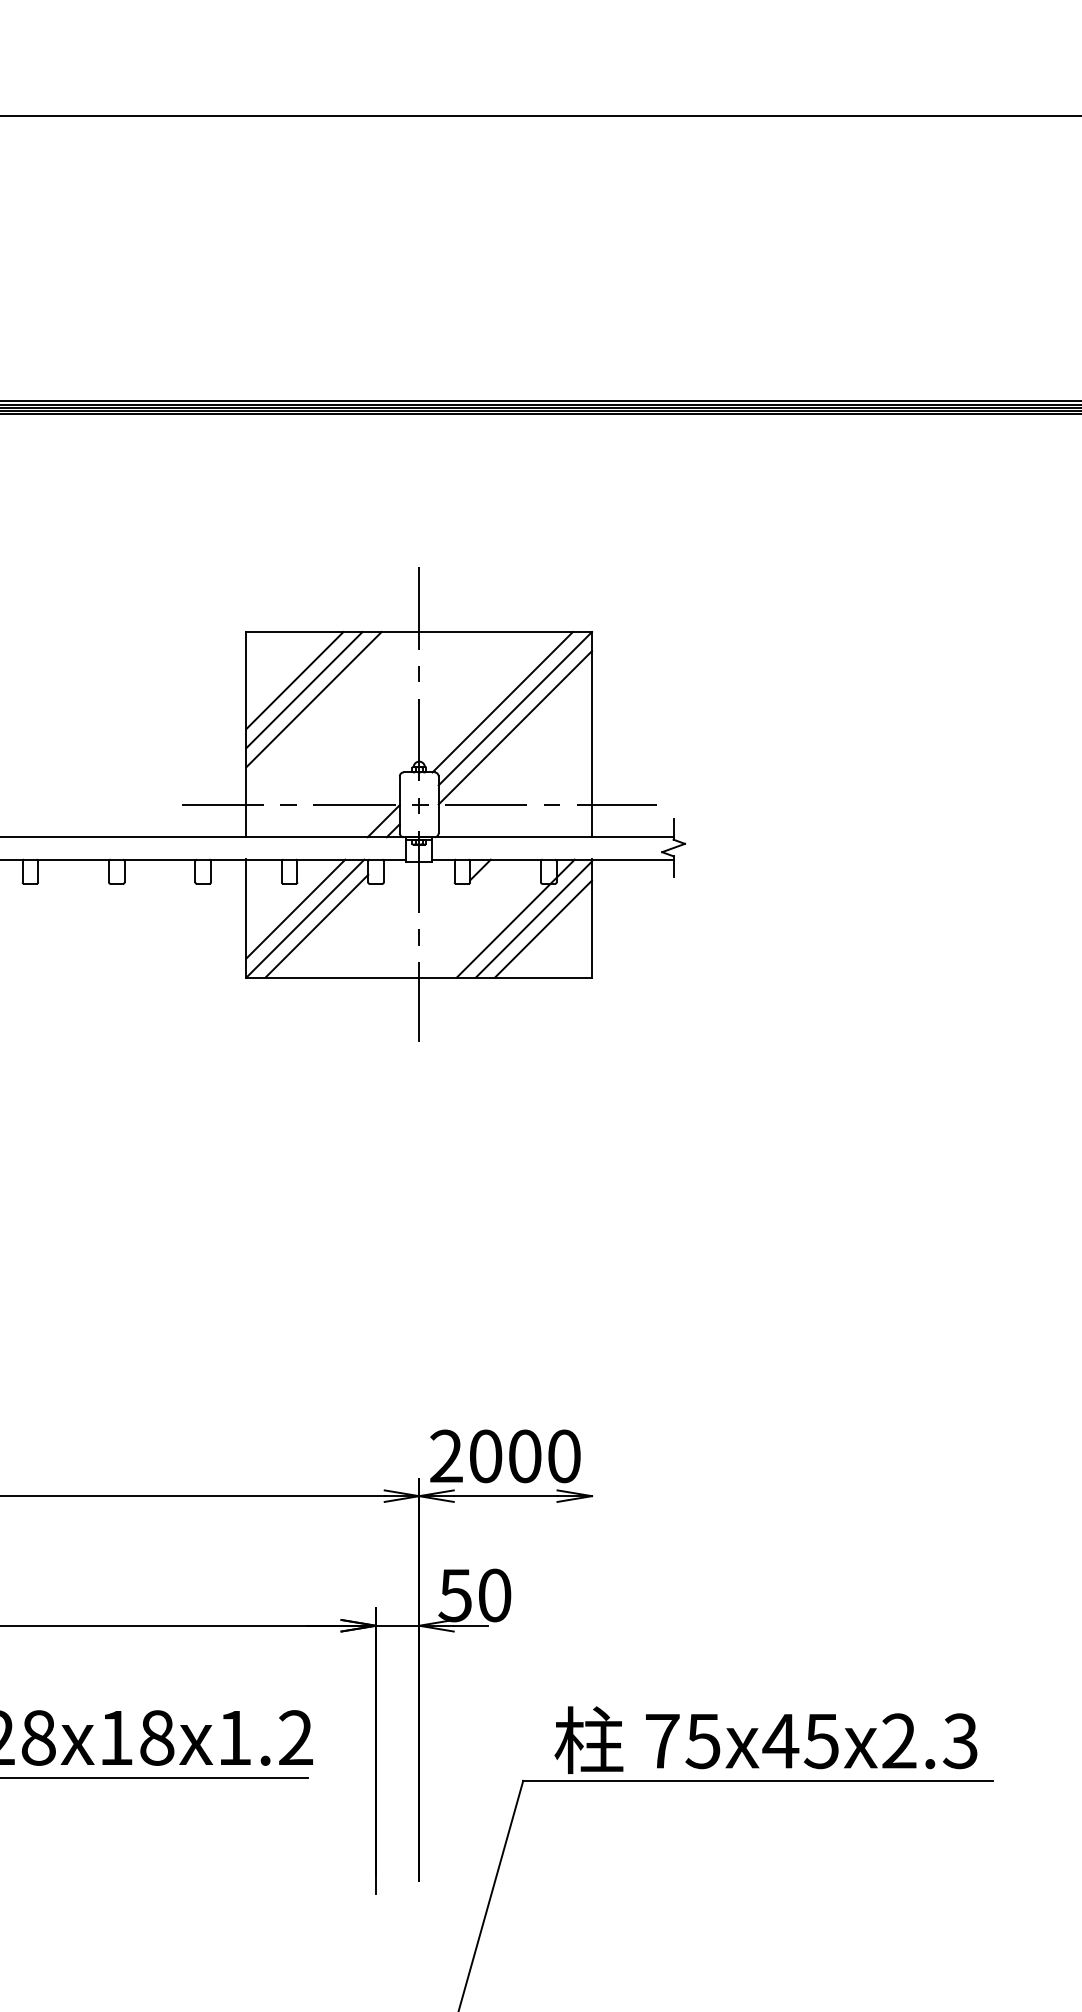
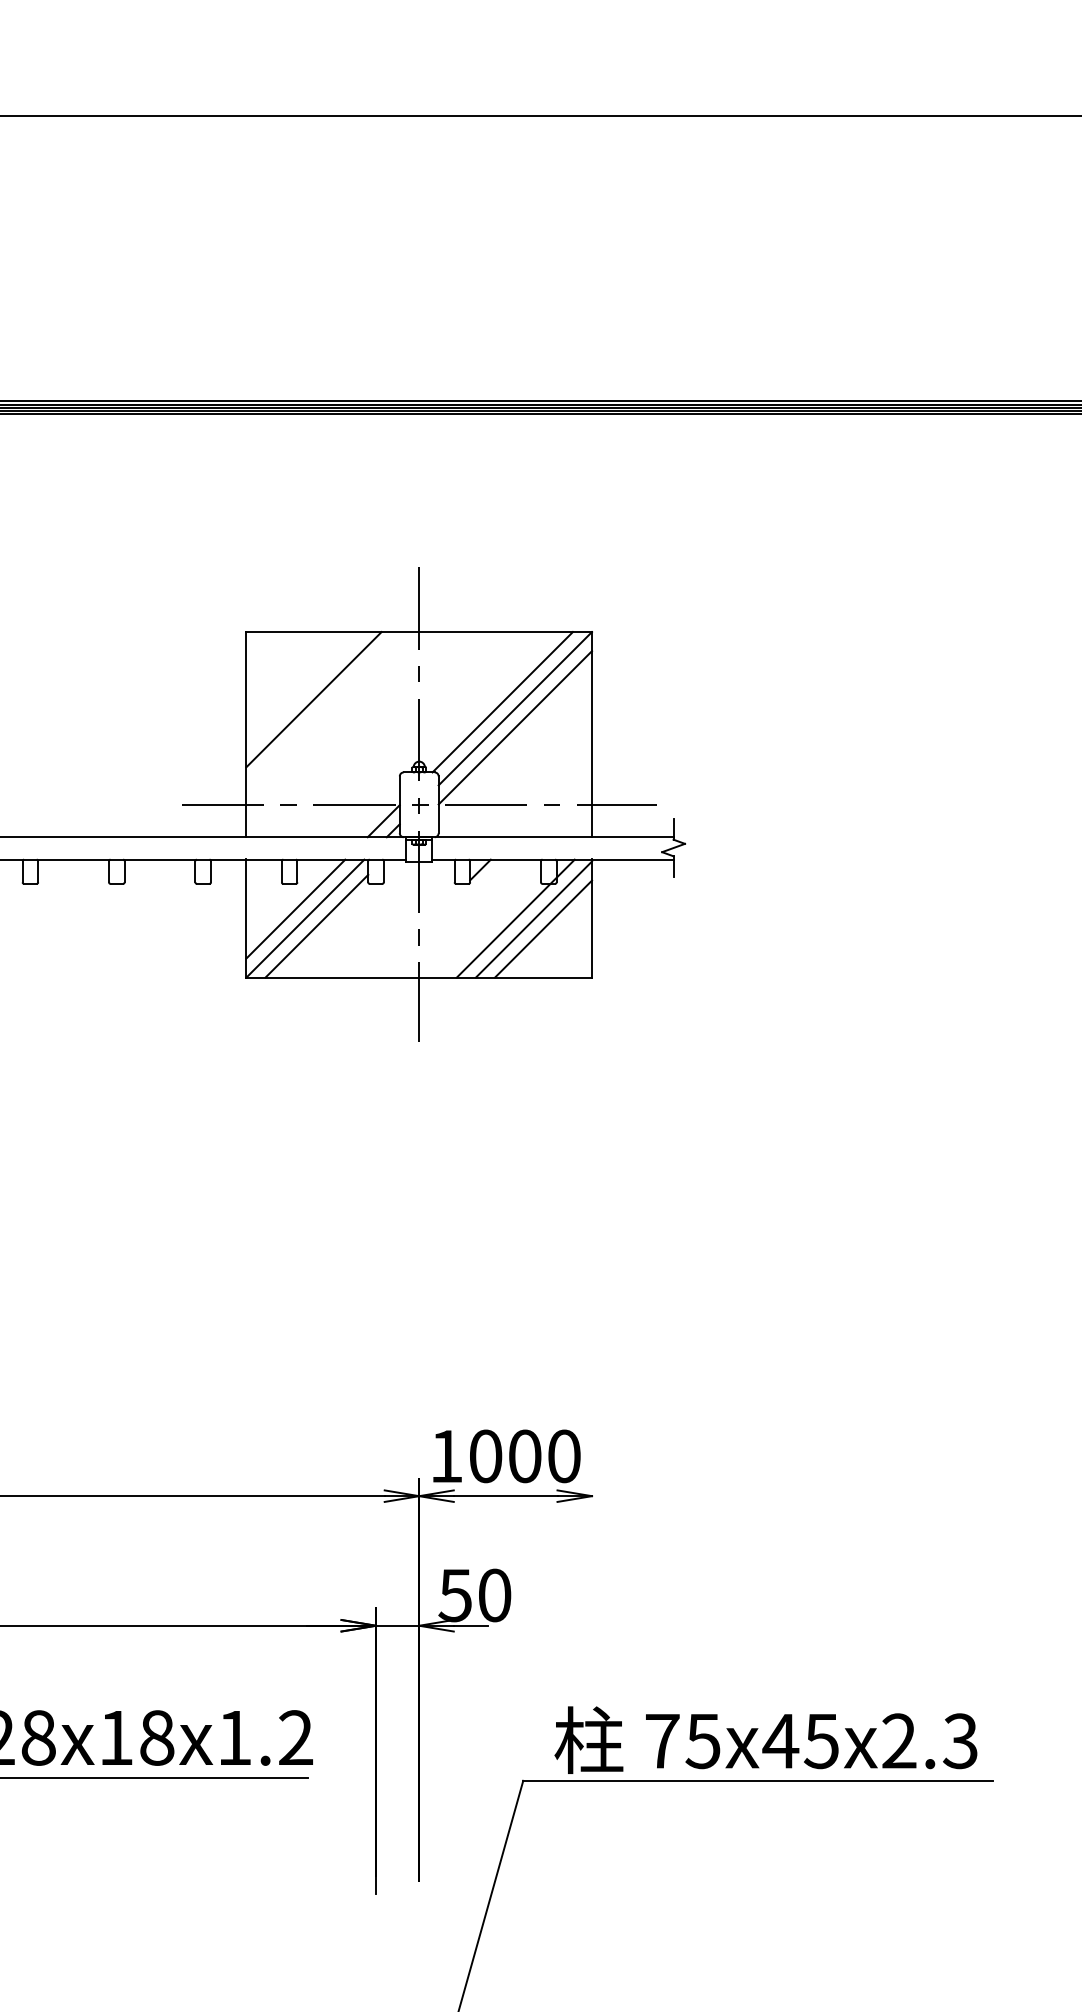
line at (294, 680): present -> none
line at (304, 690): present -> none
text at (446, 1455): 2000 -> 1000
